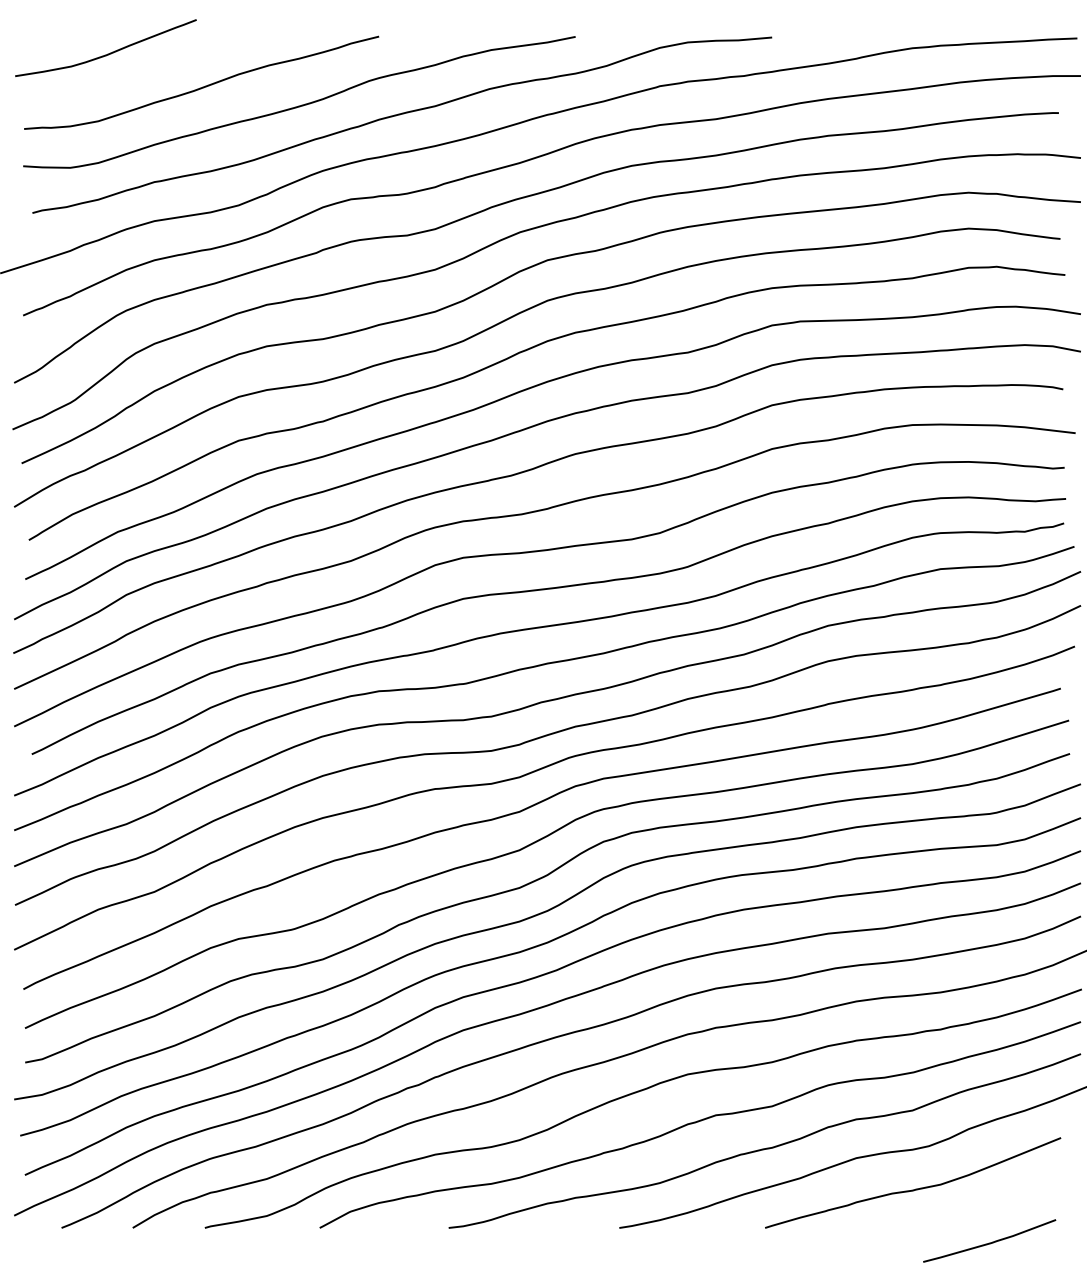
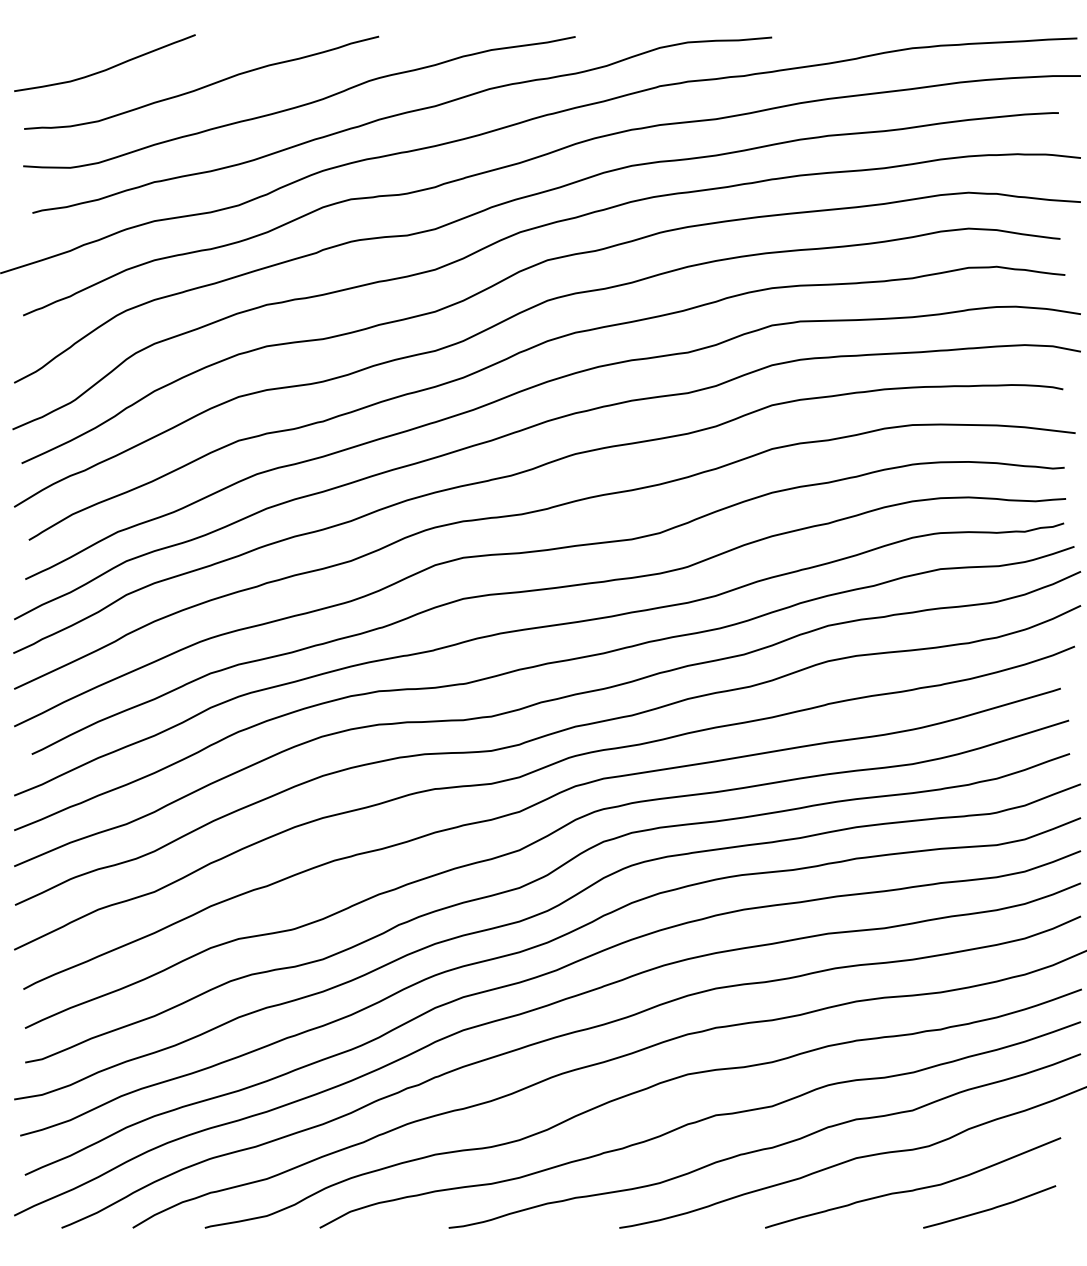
curve at (107, 53) position: (107, 53) -> (106, 68)
curve at (989, 1242) position: (989, 1242) -> (989, 1208)
